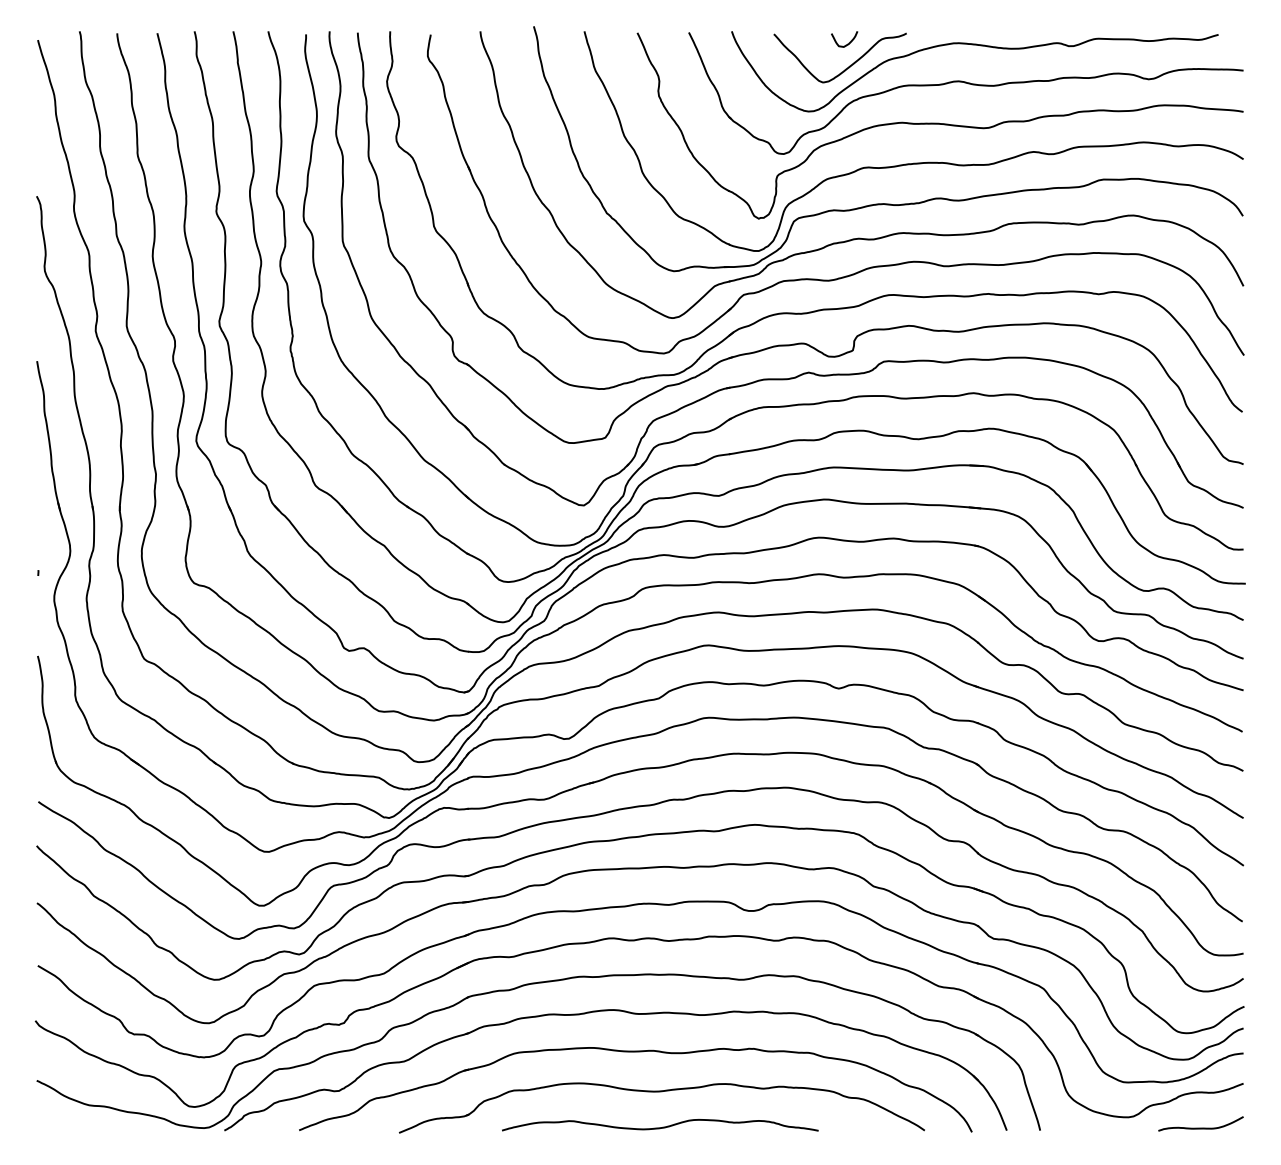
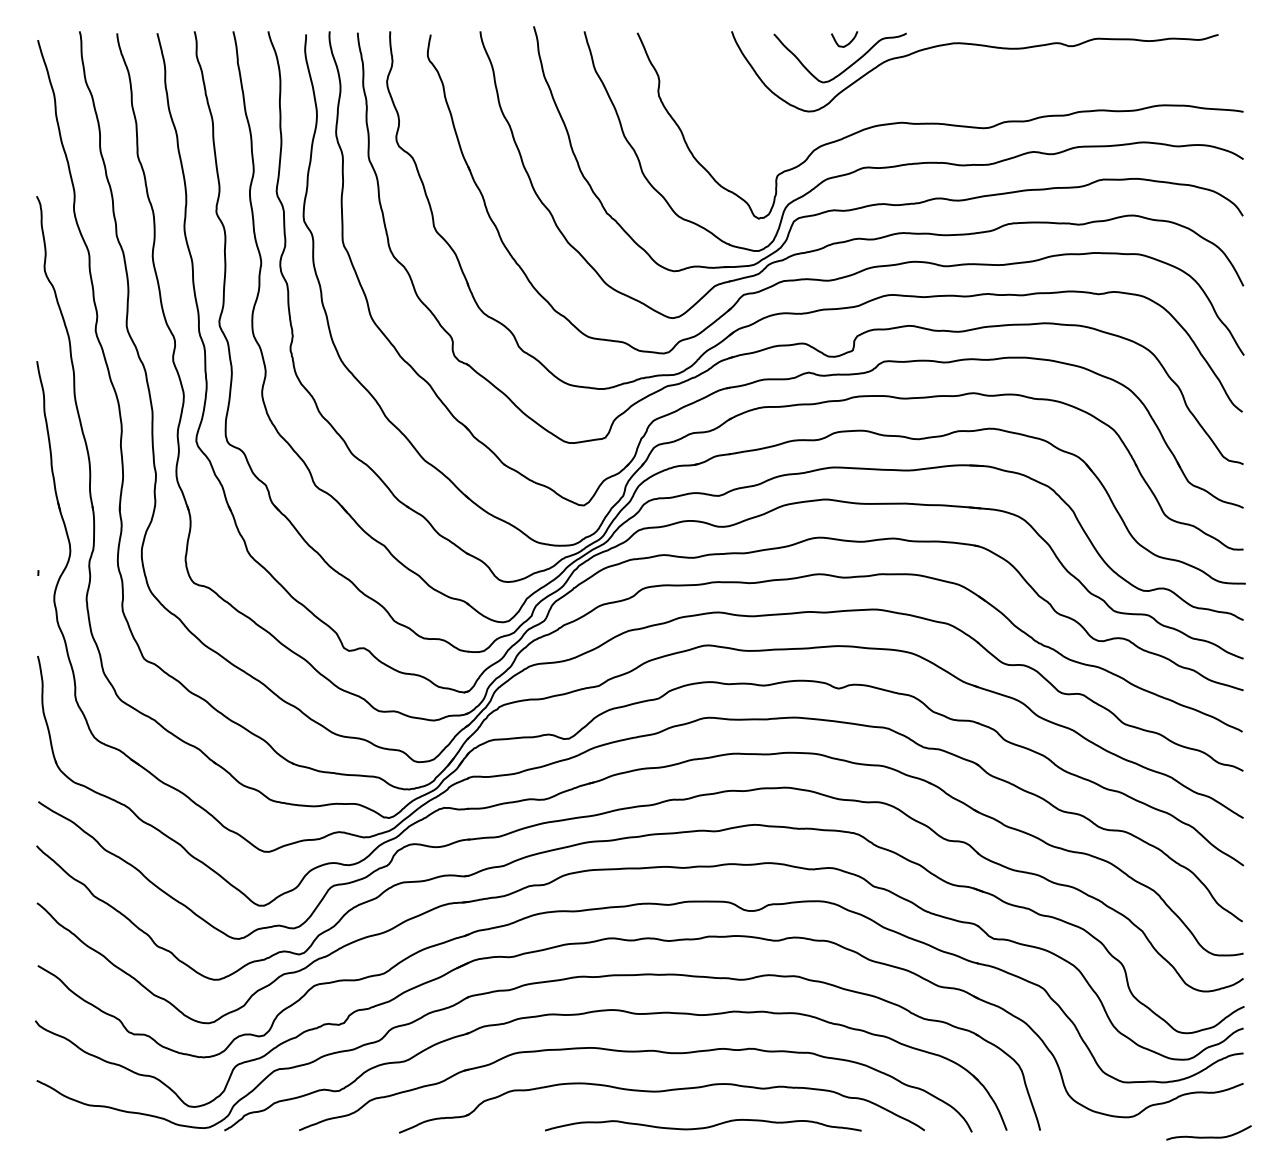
part at (968, 84): present -> none
curve at (660, 1127) position: (660, 1127) -> (703, 1127)
curve at (1200, 1127) position: (1200, 1127) -> (1208, 1136)
